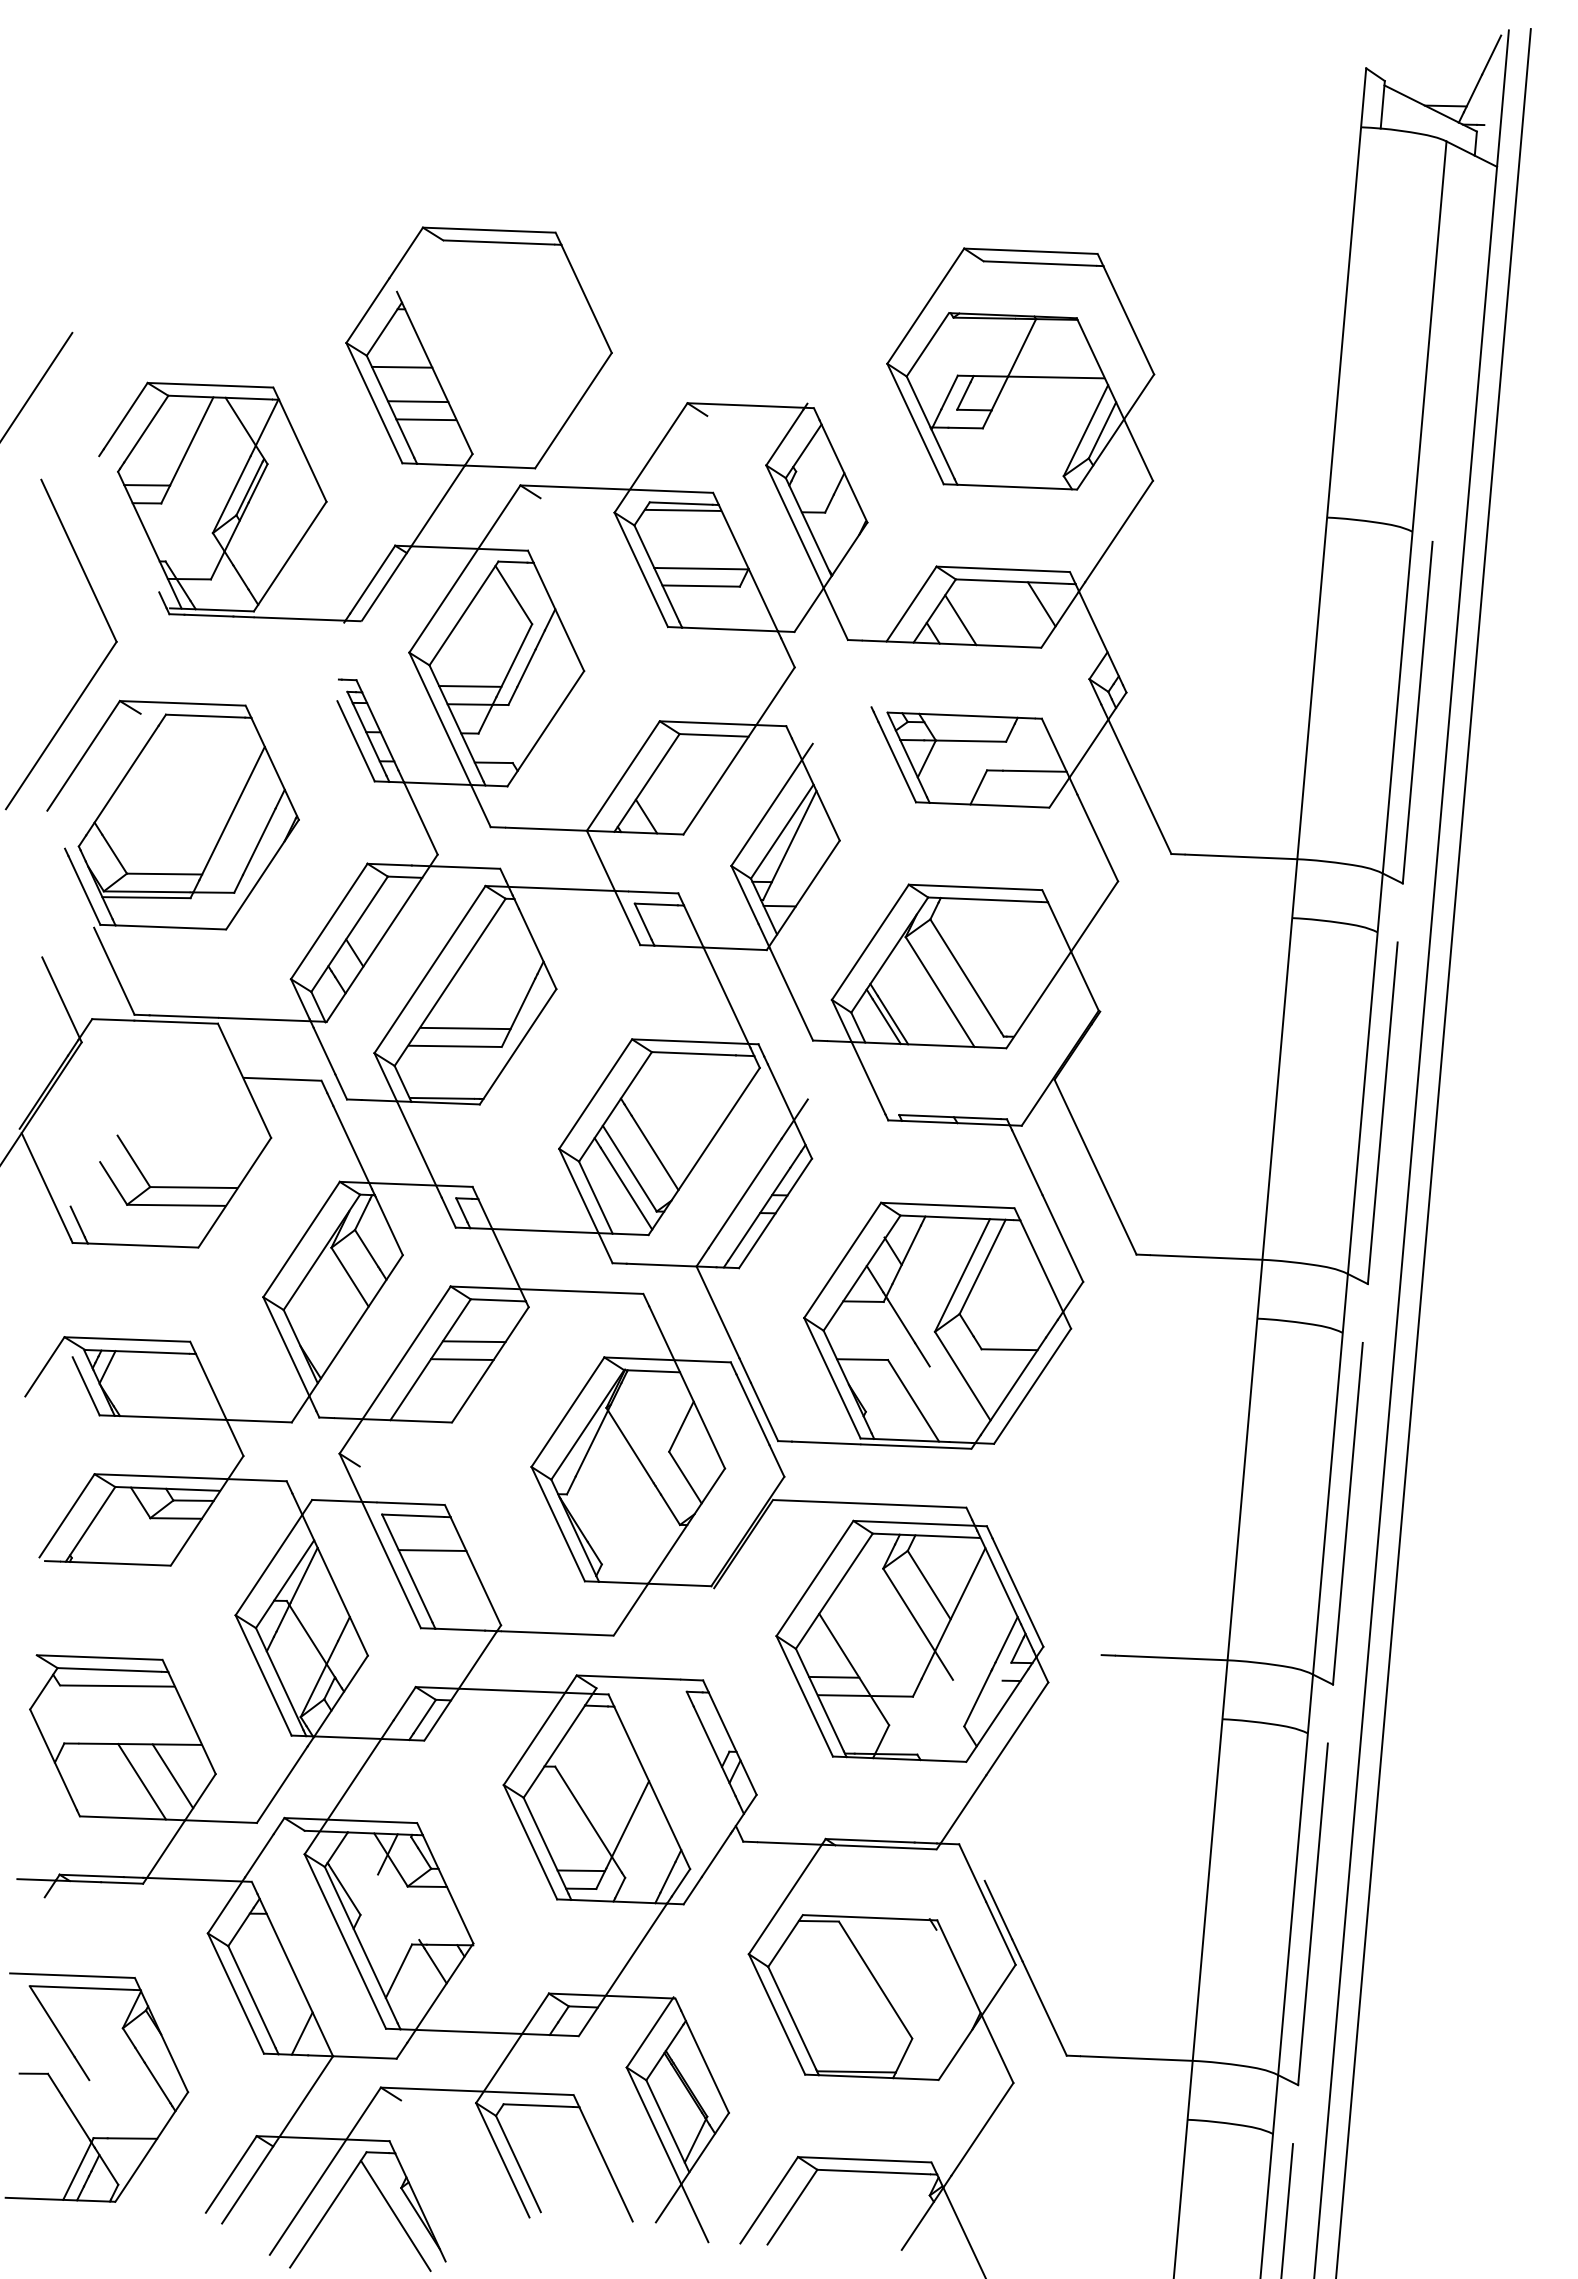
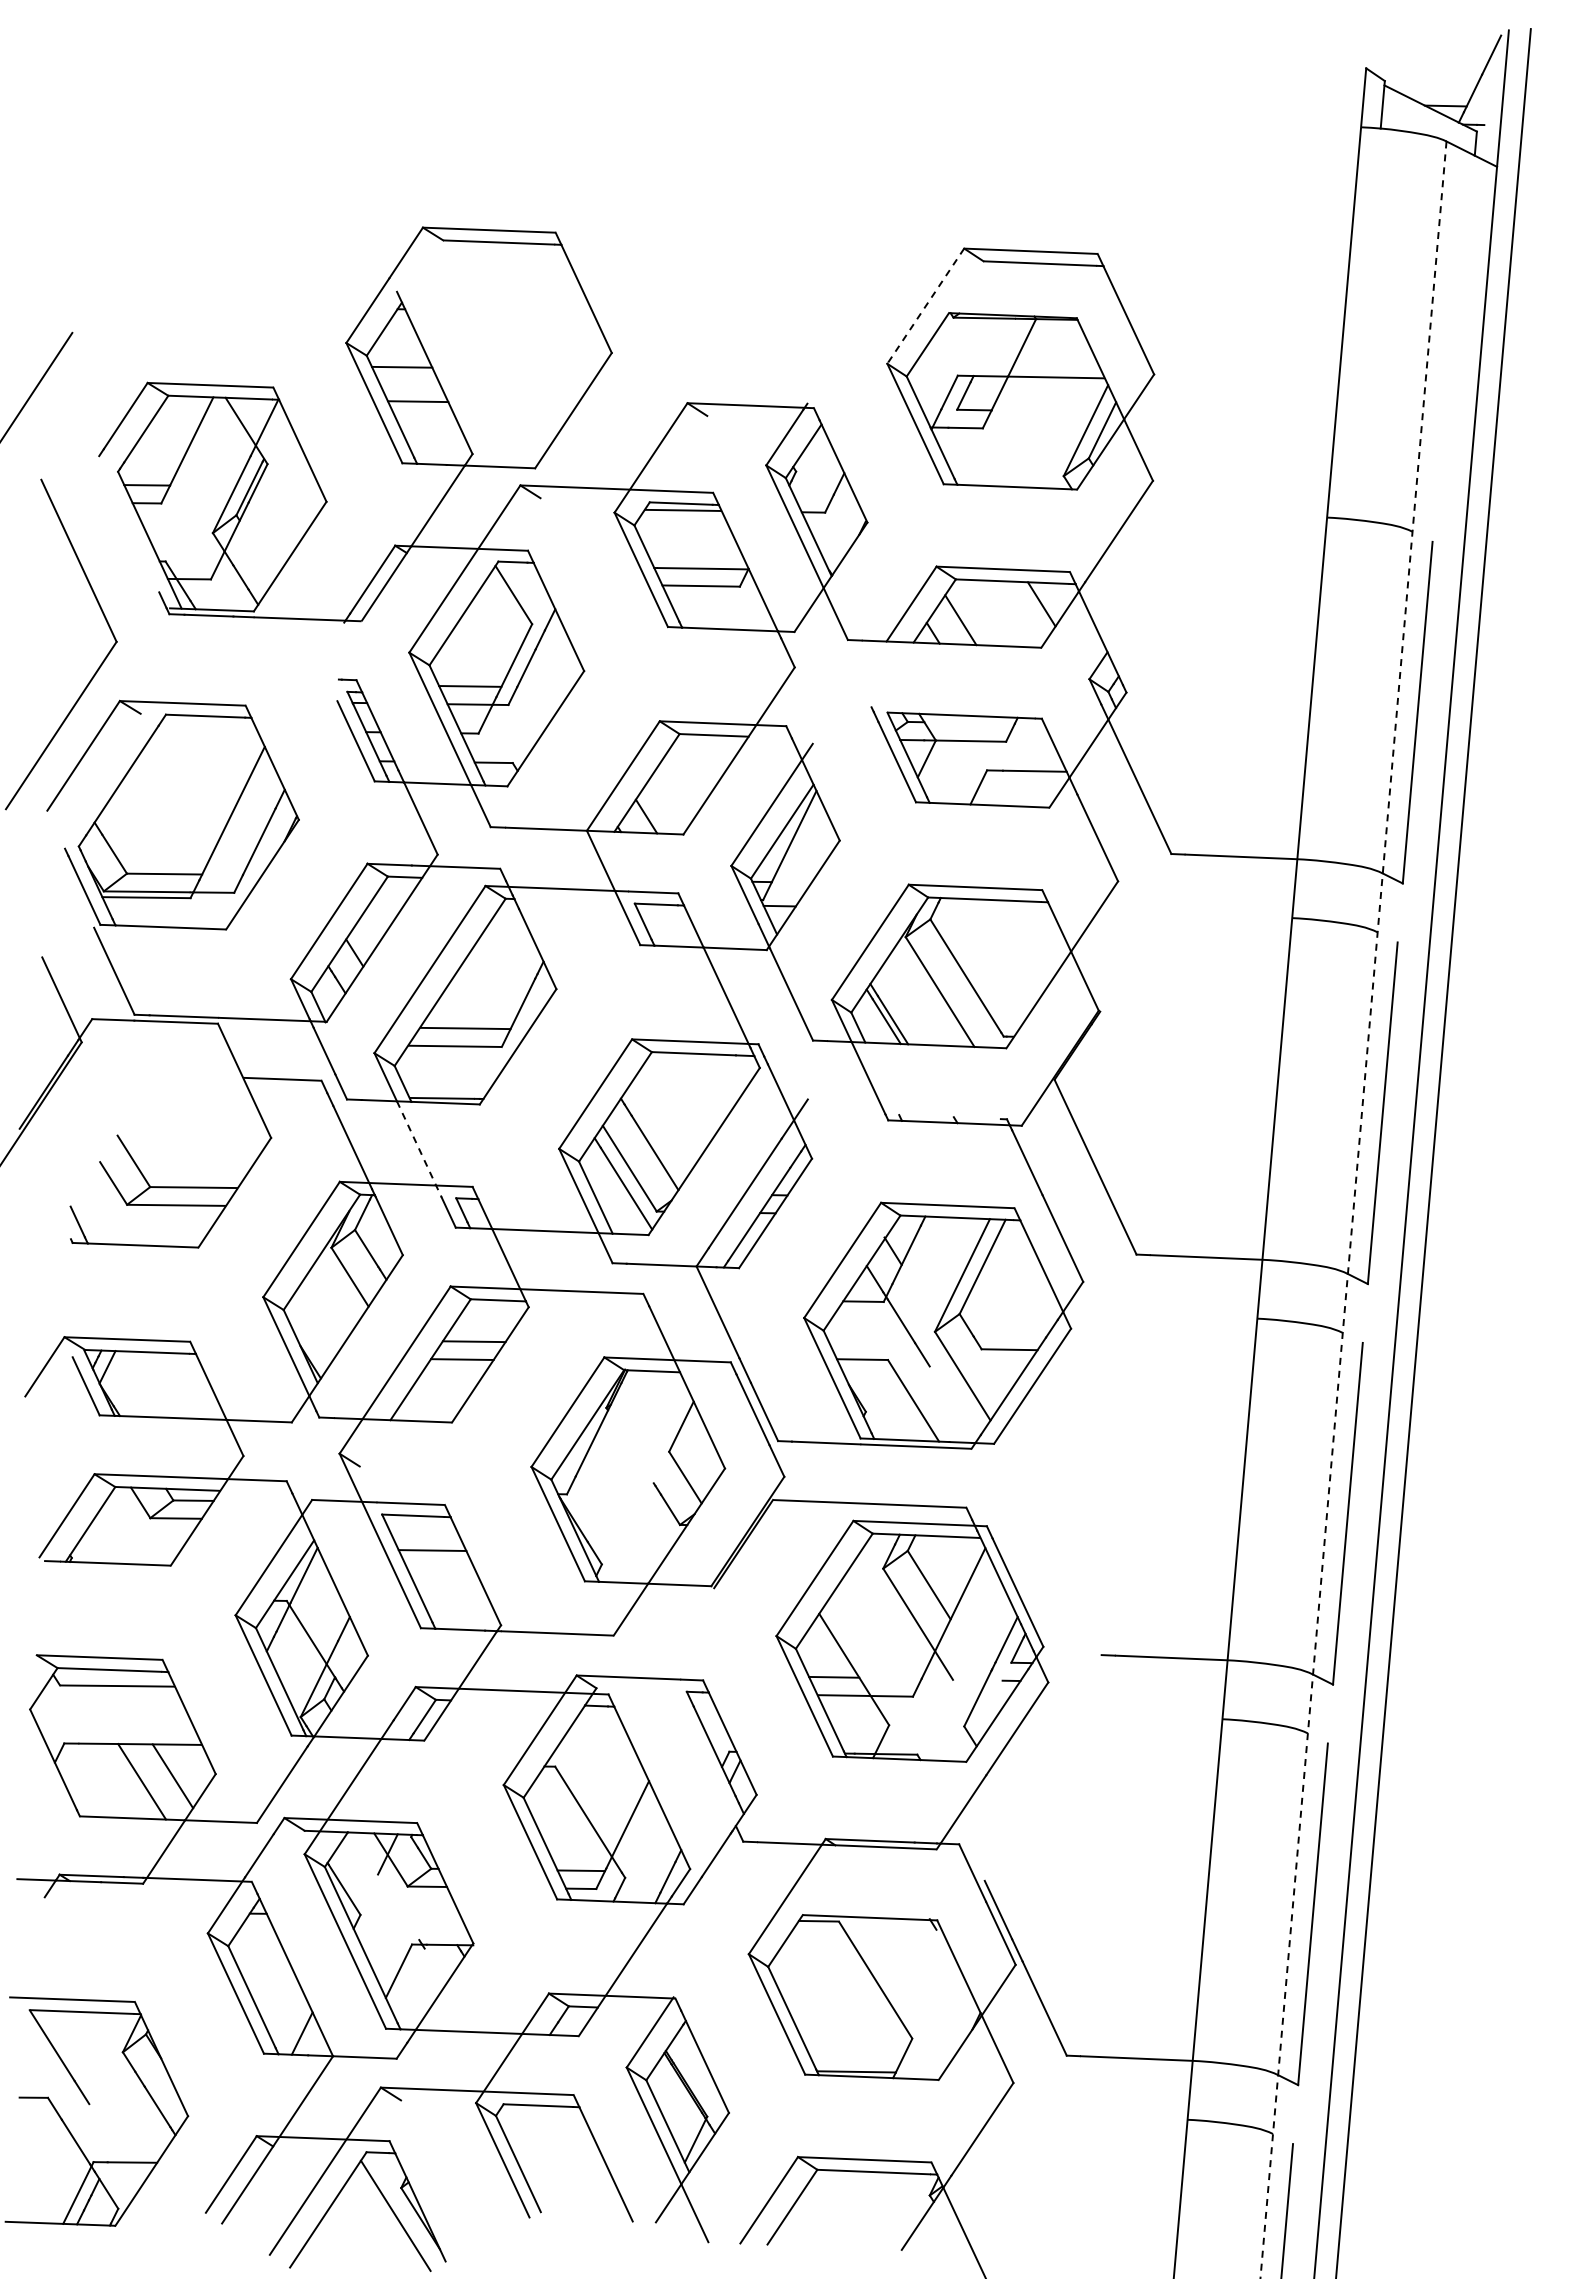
line at (925, 306): solid -> dashed
line at (425, 419): present -> none
line at (949, 1117): present -> none
line at (419, 1149): solid -> dashed
line at (45, 1186): present -> none
line at (1353, 1210): solid -> dashed
line at (630, 1446): present -> none
line at (435, 1965): present -> none
part at (90, 2080) position: (90, 2080) -> (90, 2104)
